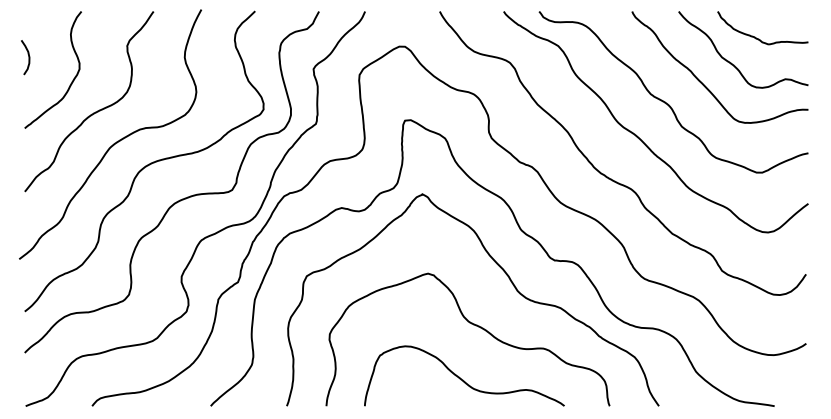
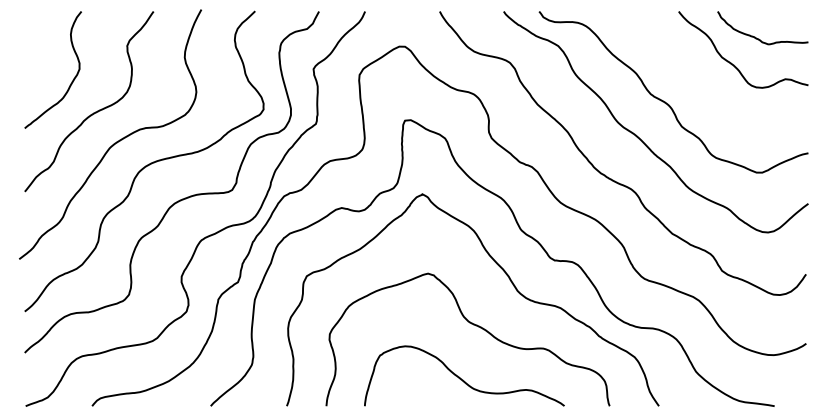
curve at (28, 57): present -> none
curve at (703, 83): present -> none
